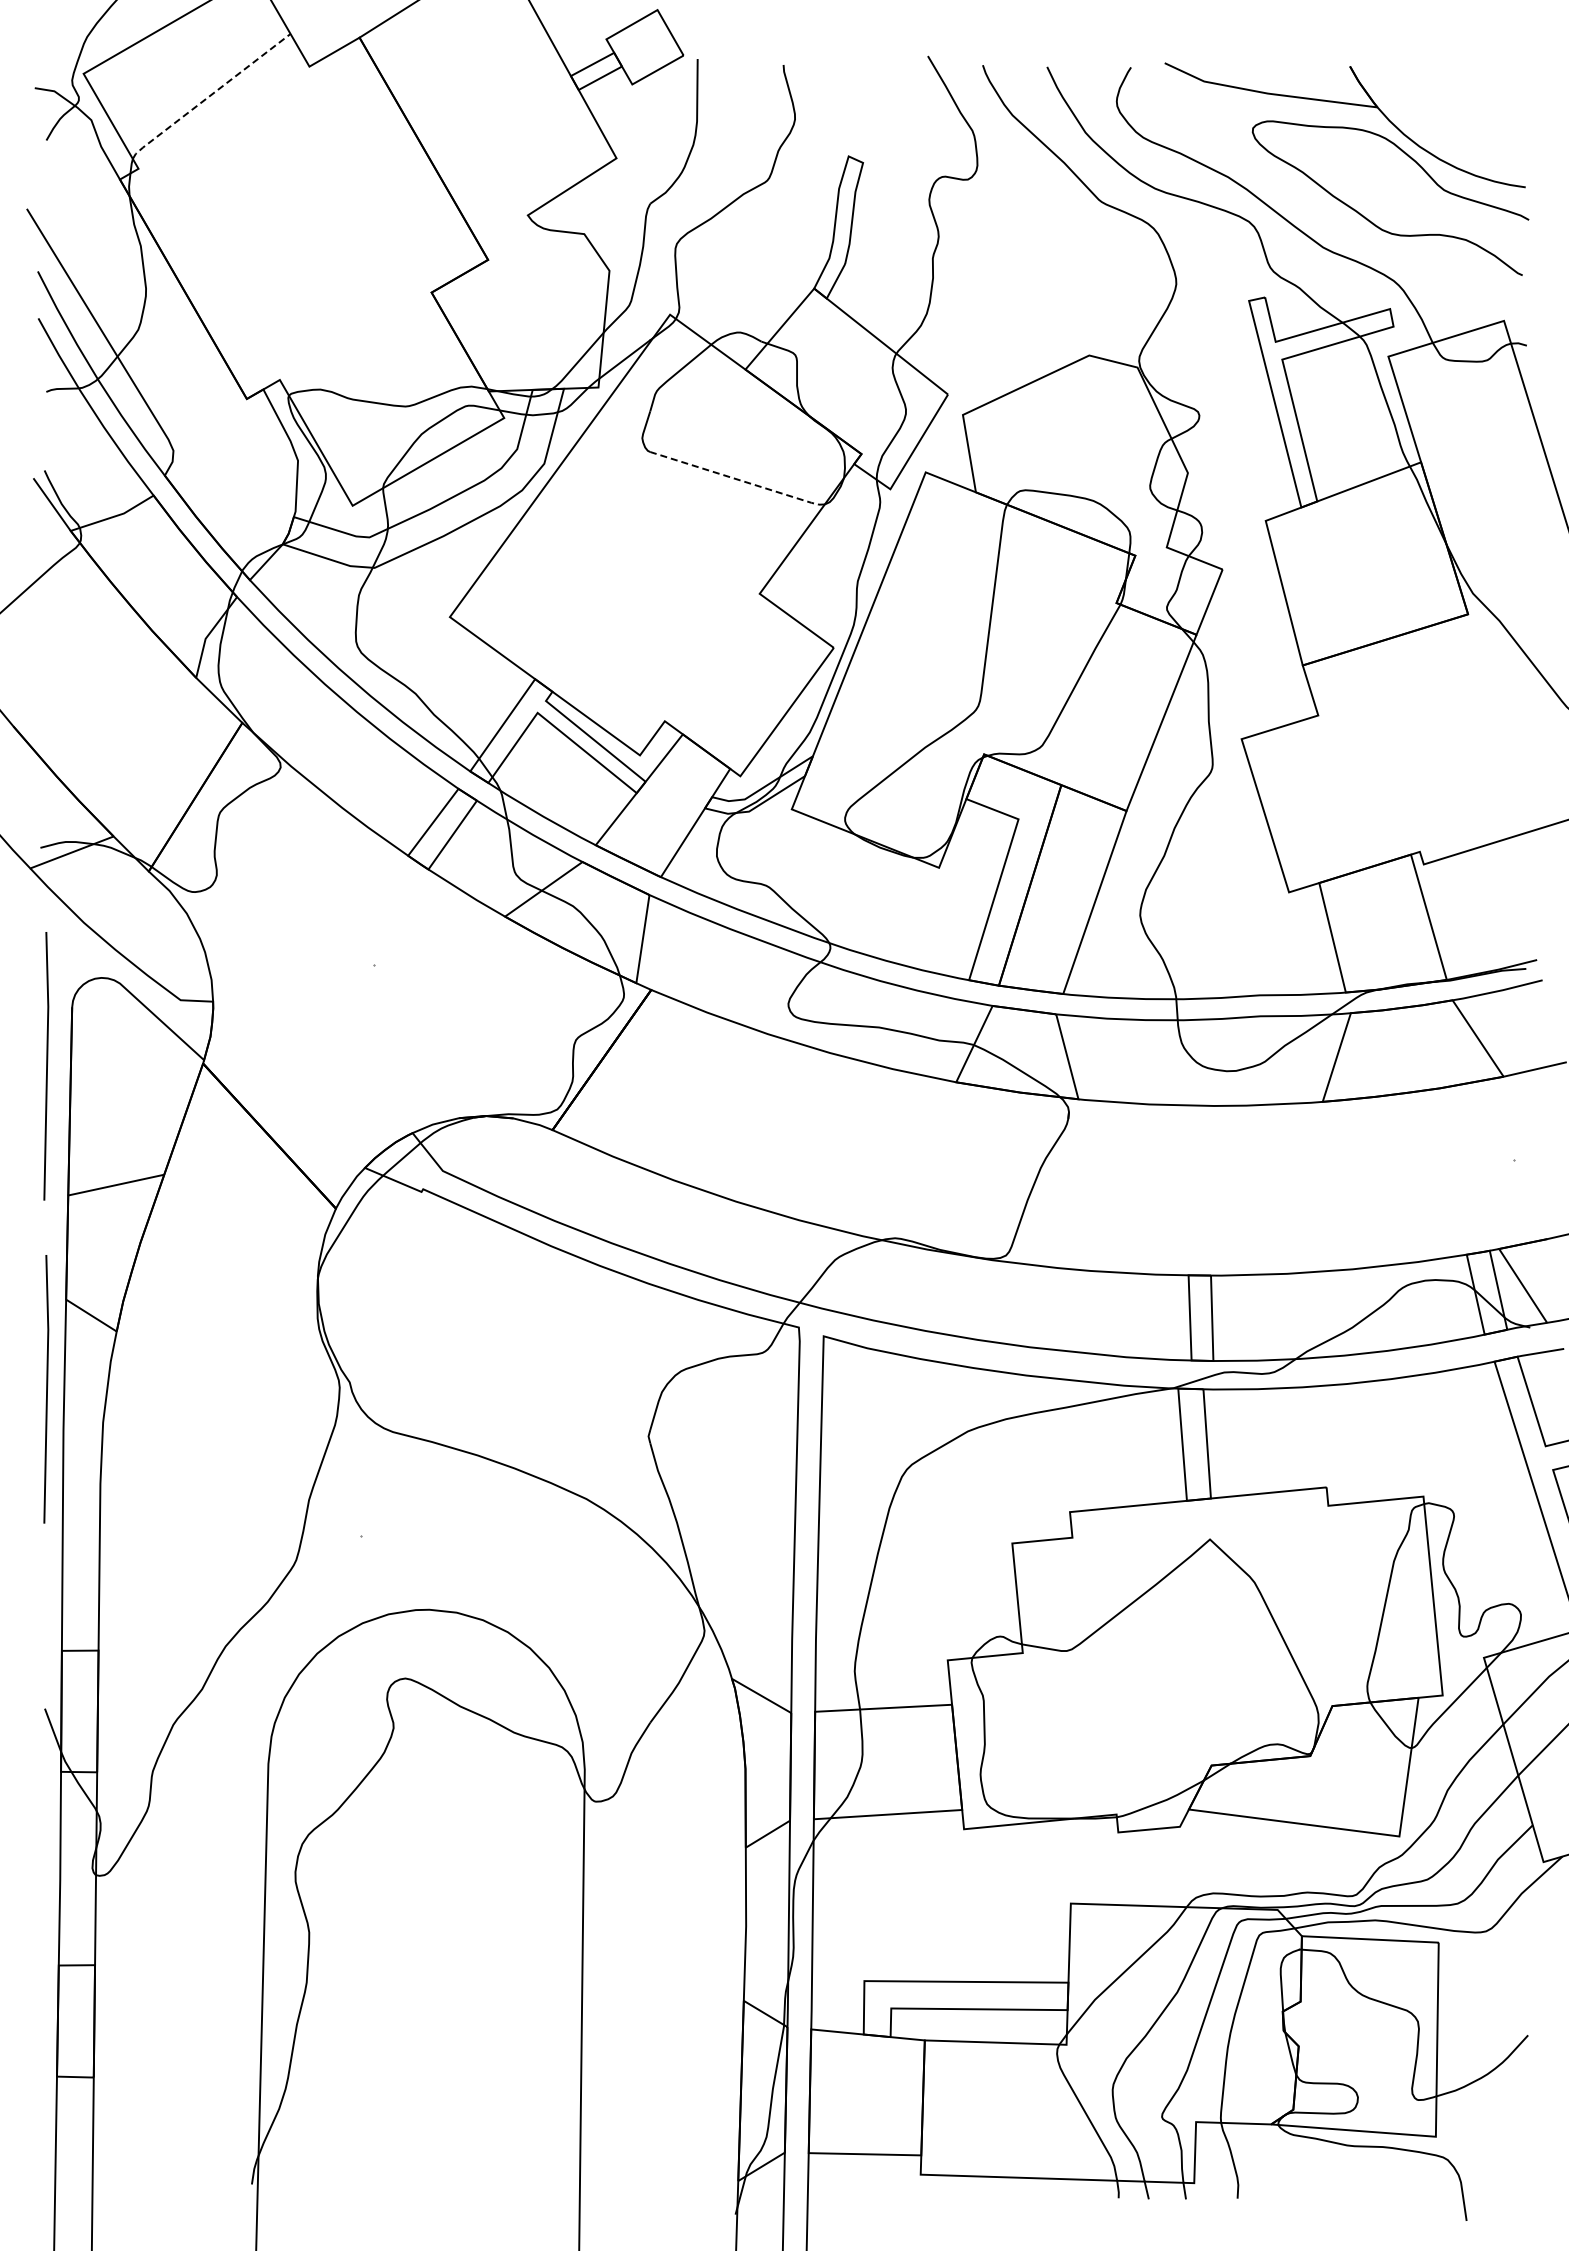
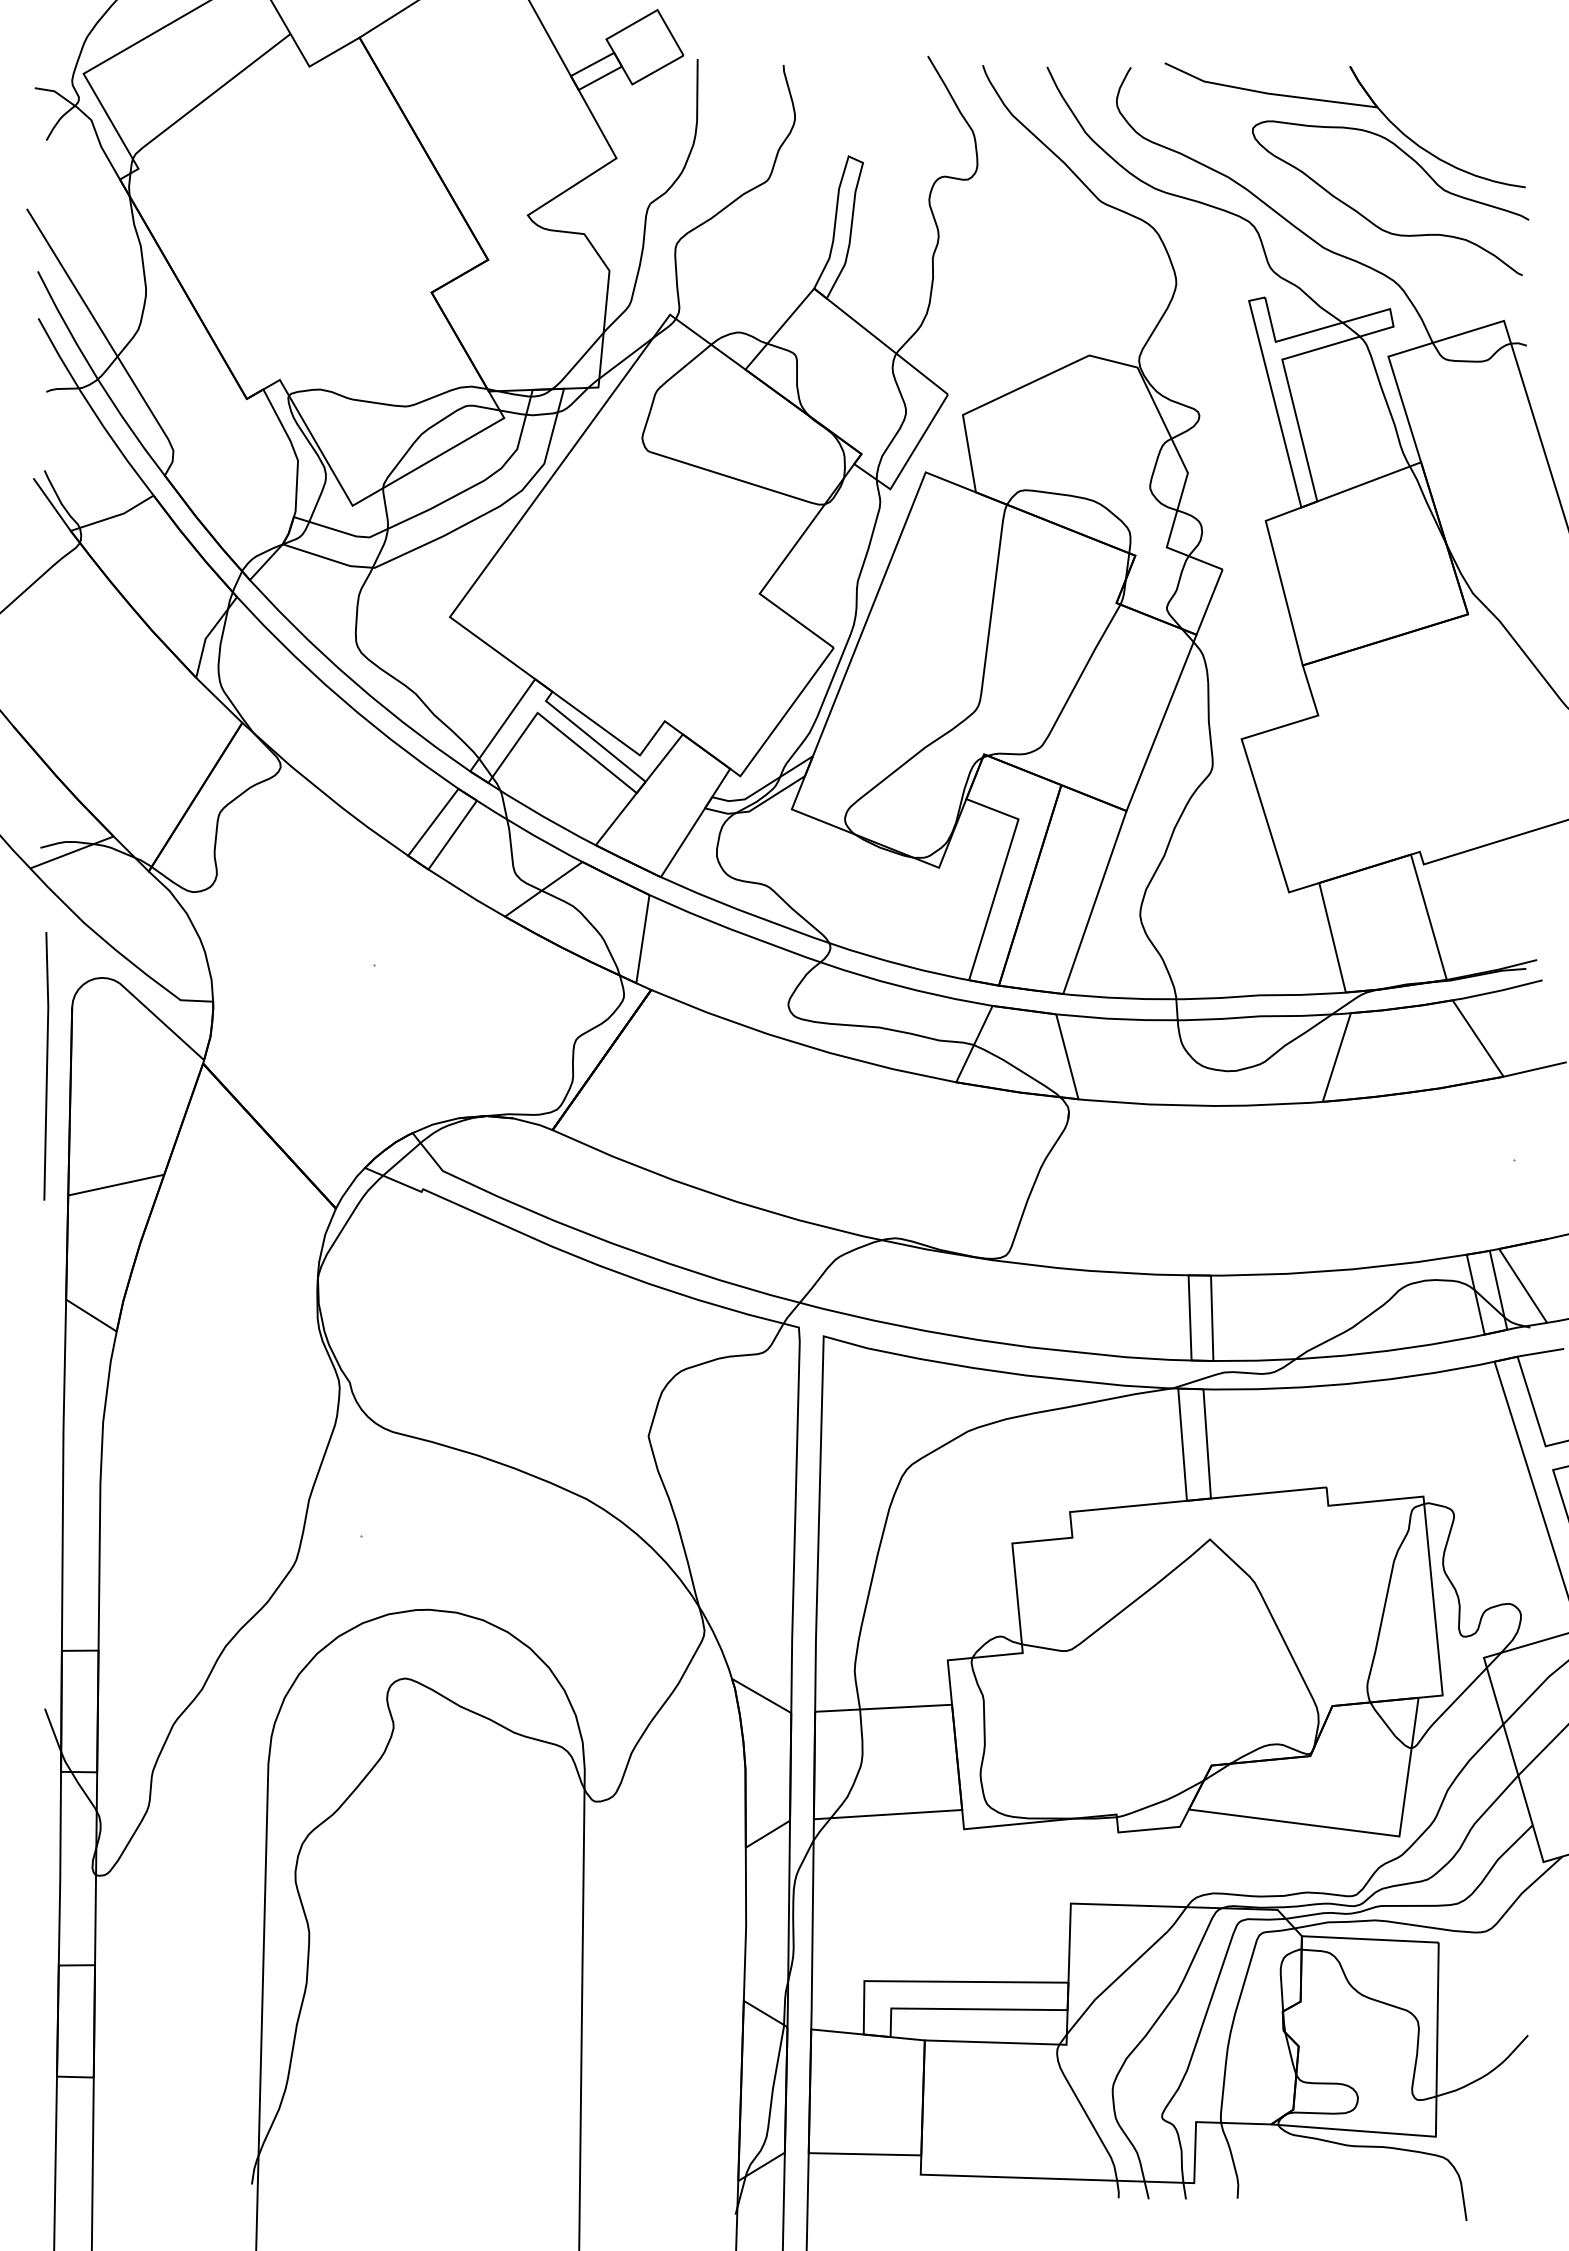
line at (210, 95): dashed -> solid
line at (737, 479): dashed -> solid
line at (46, 1389): present -> none
